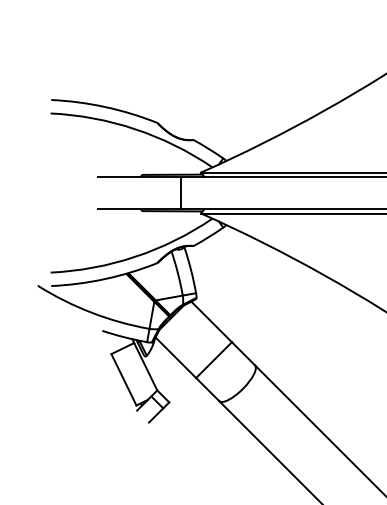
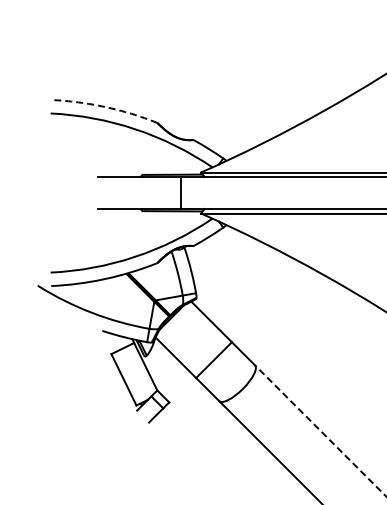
arc at (105, 107): solid -> dashed
line at (320, 431): solid -> dashed
